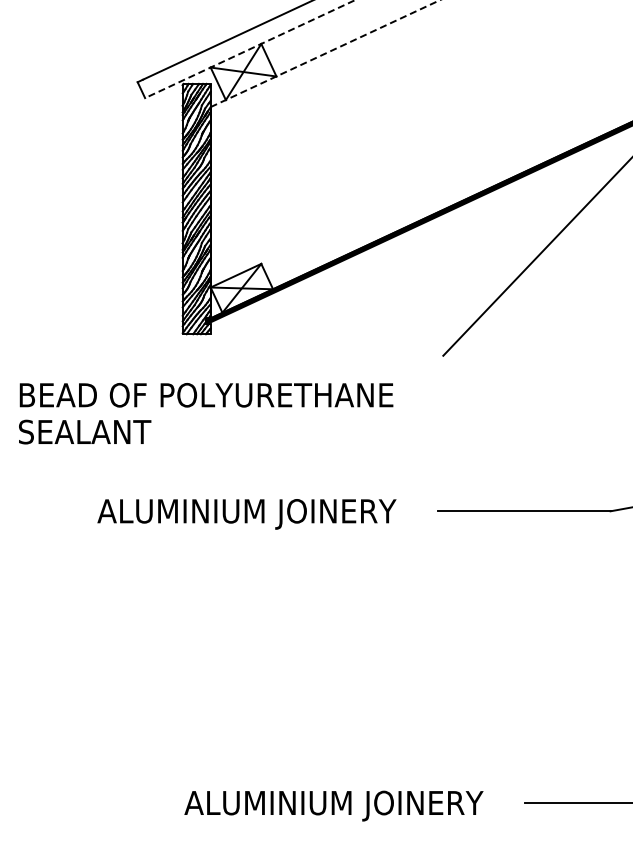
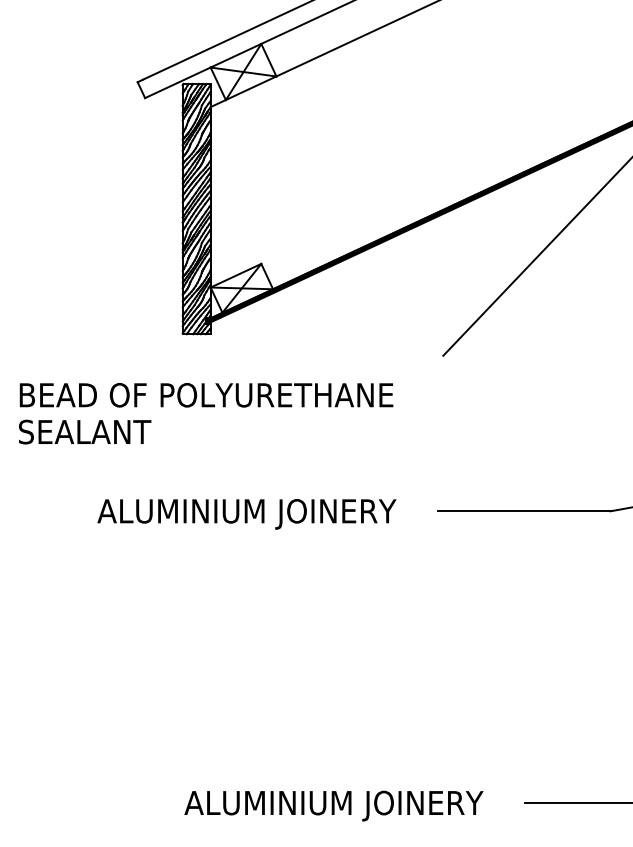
line at (250, 49): dashed -> solid
line at (325, 53): dashed -> solid
